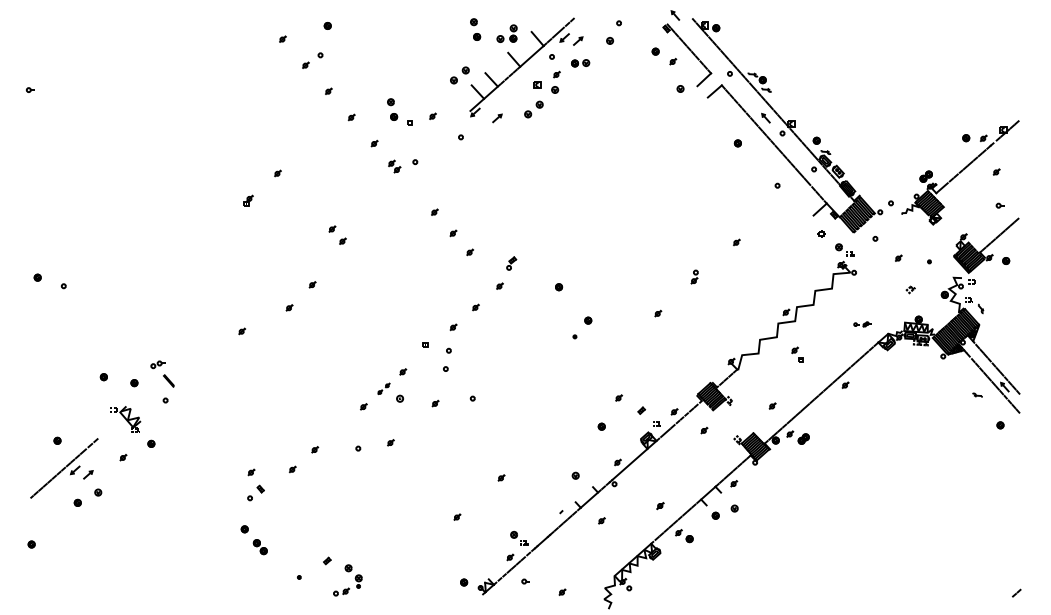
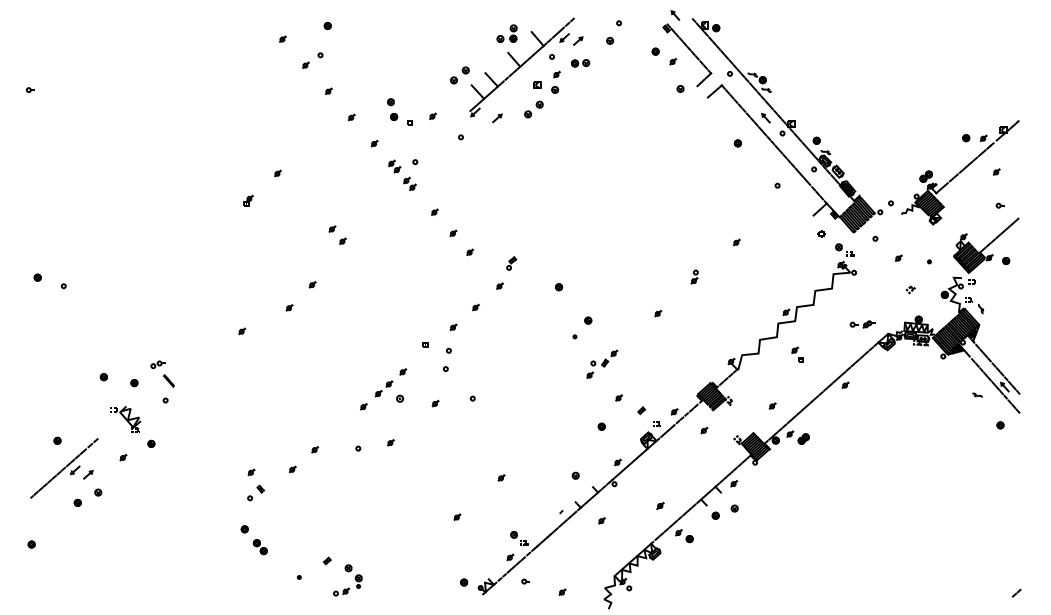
part at (475, 29): present -> none
part at (409, 183): none -> present
part at (862, 324) size: 19x7 px -> 27x9 px
part at (602, 363): none -> present
part at (383, 388) size: 14x13 px -> 20x18 px
